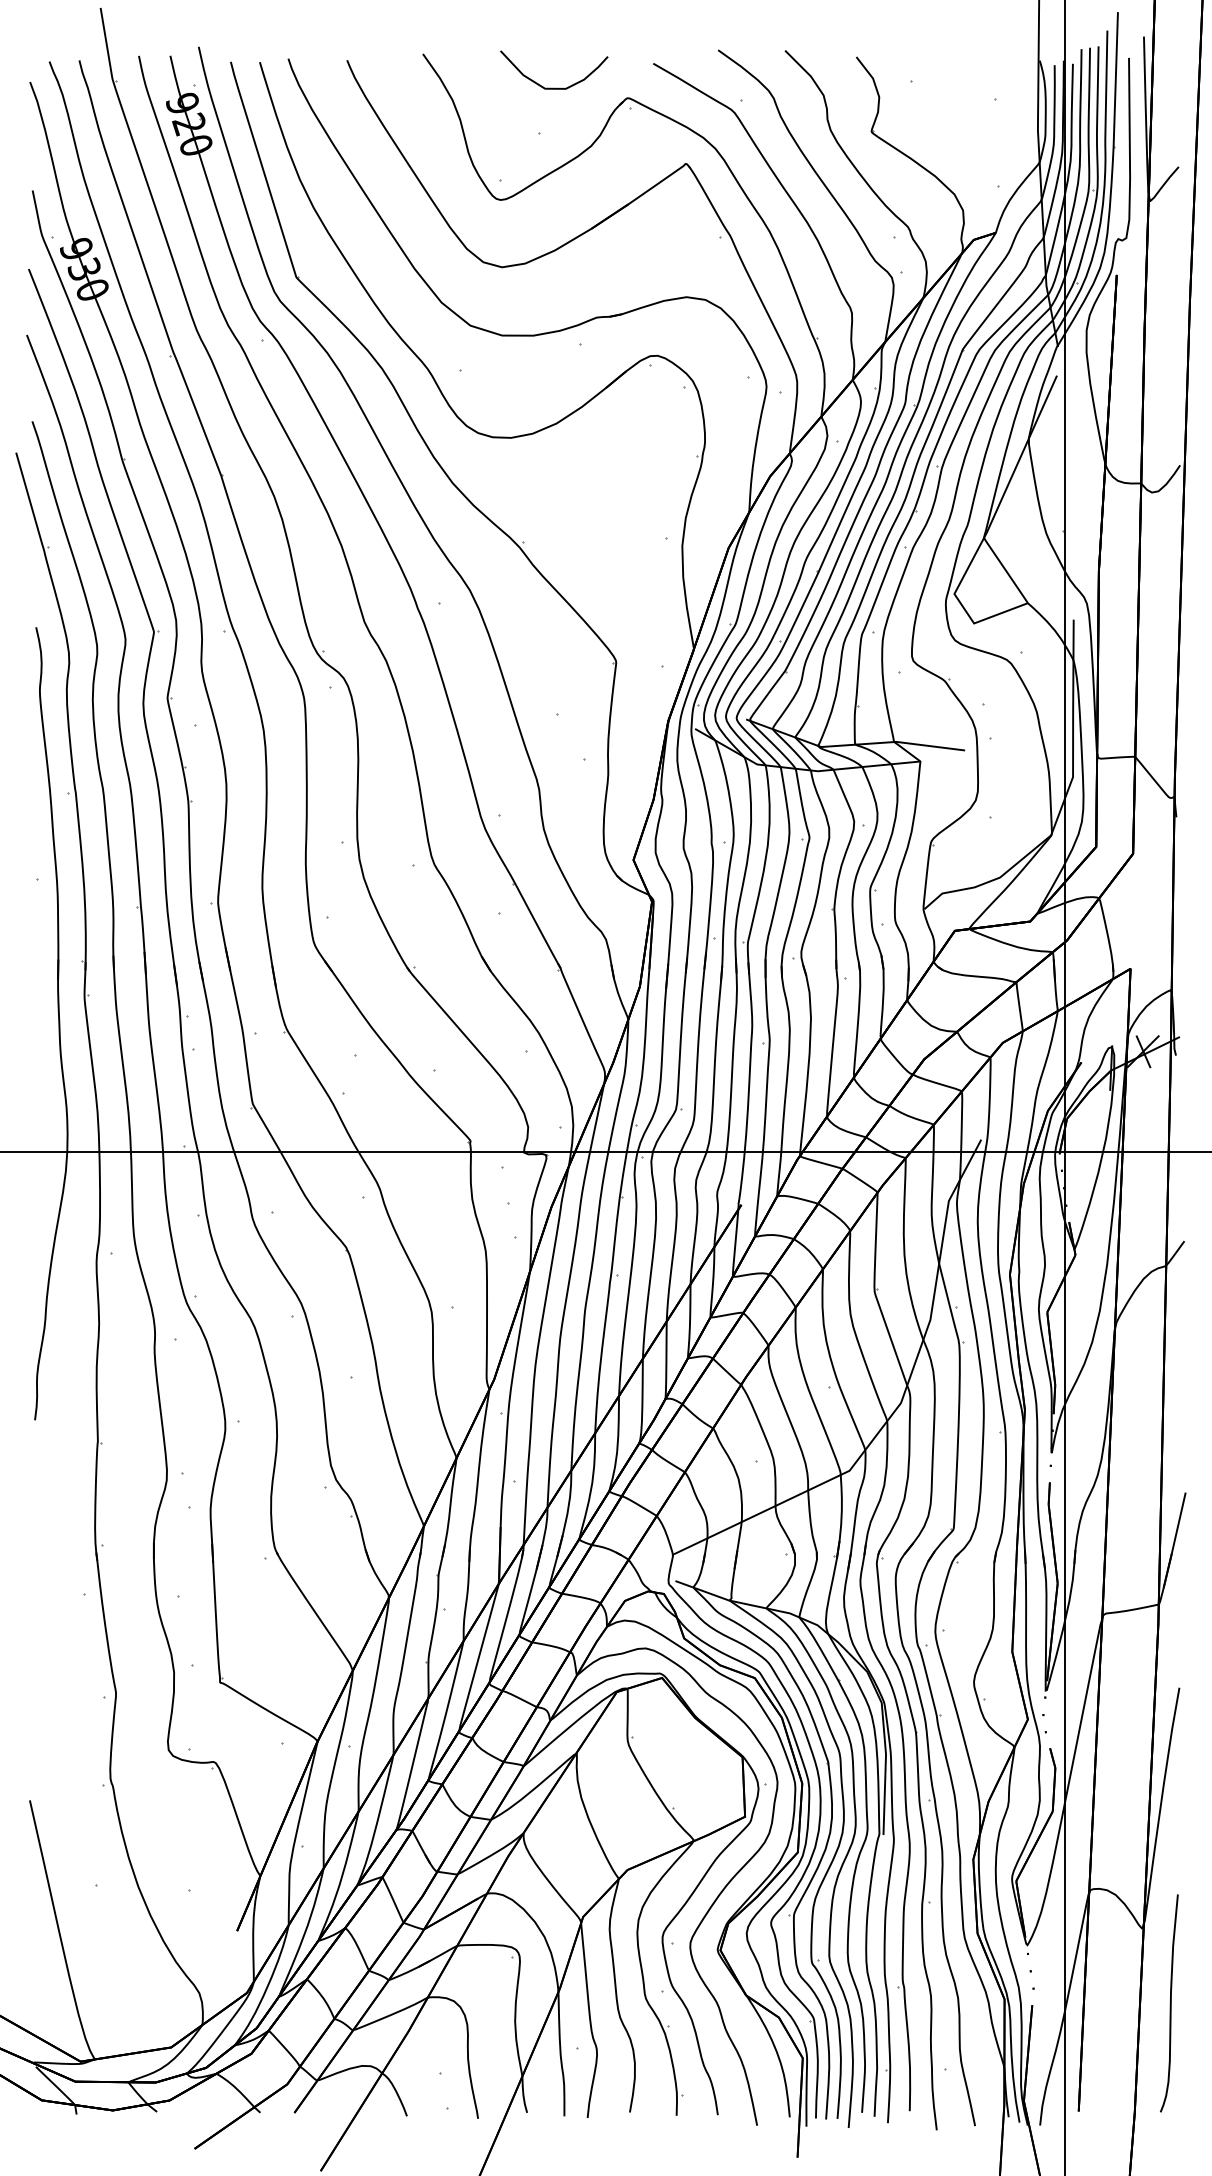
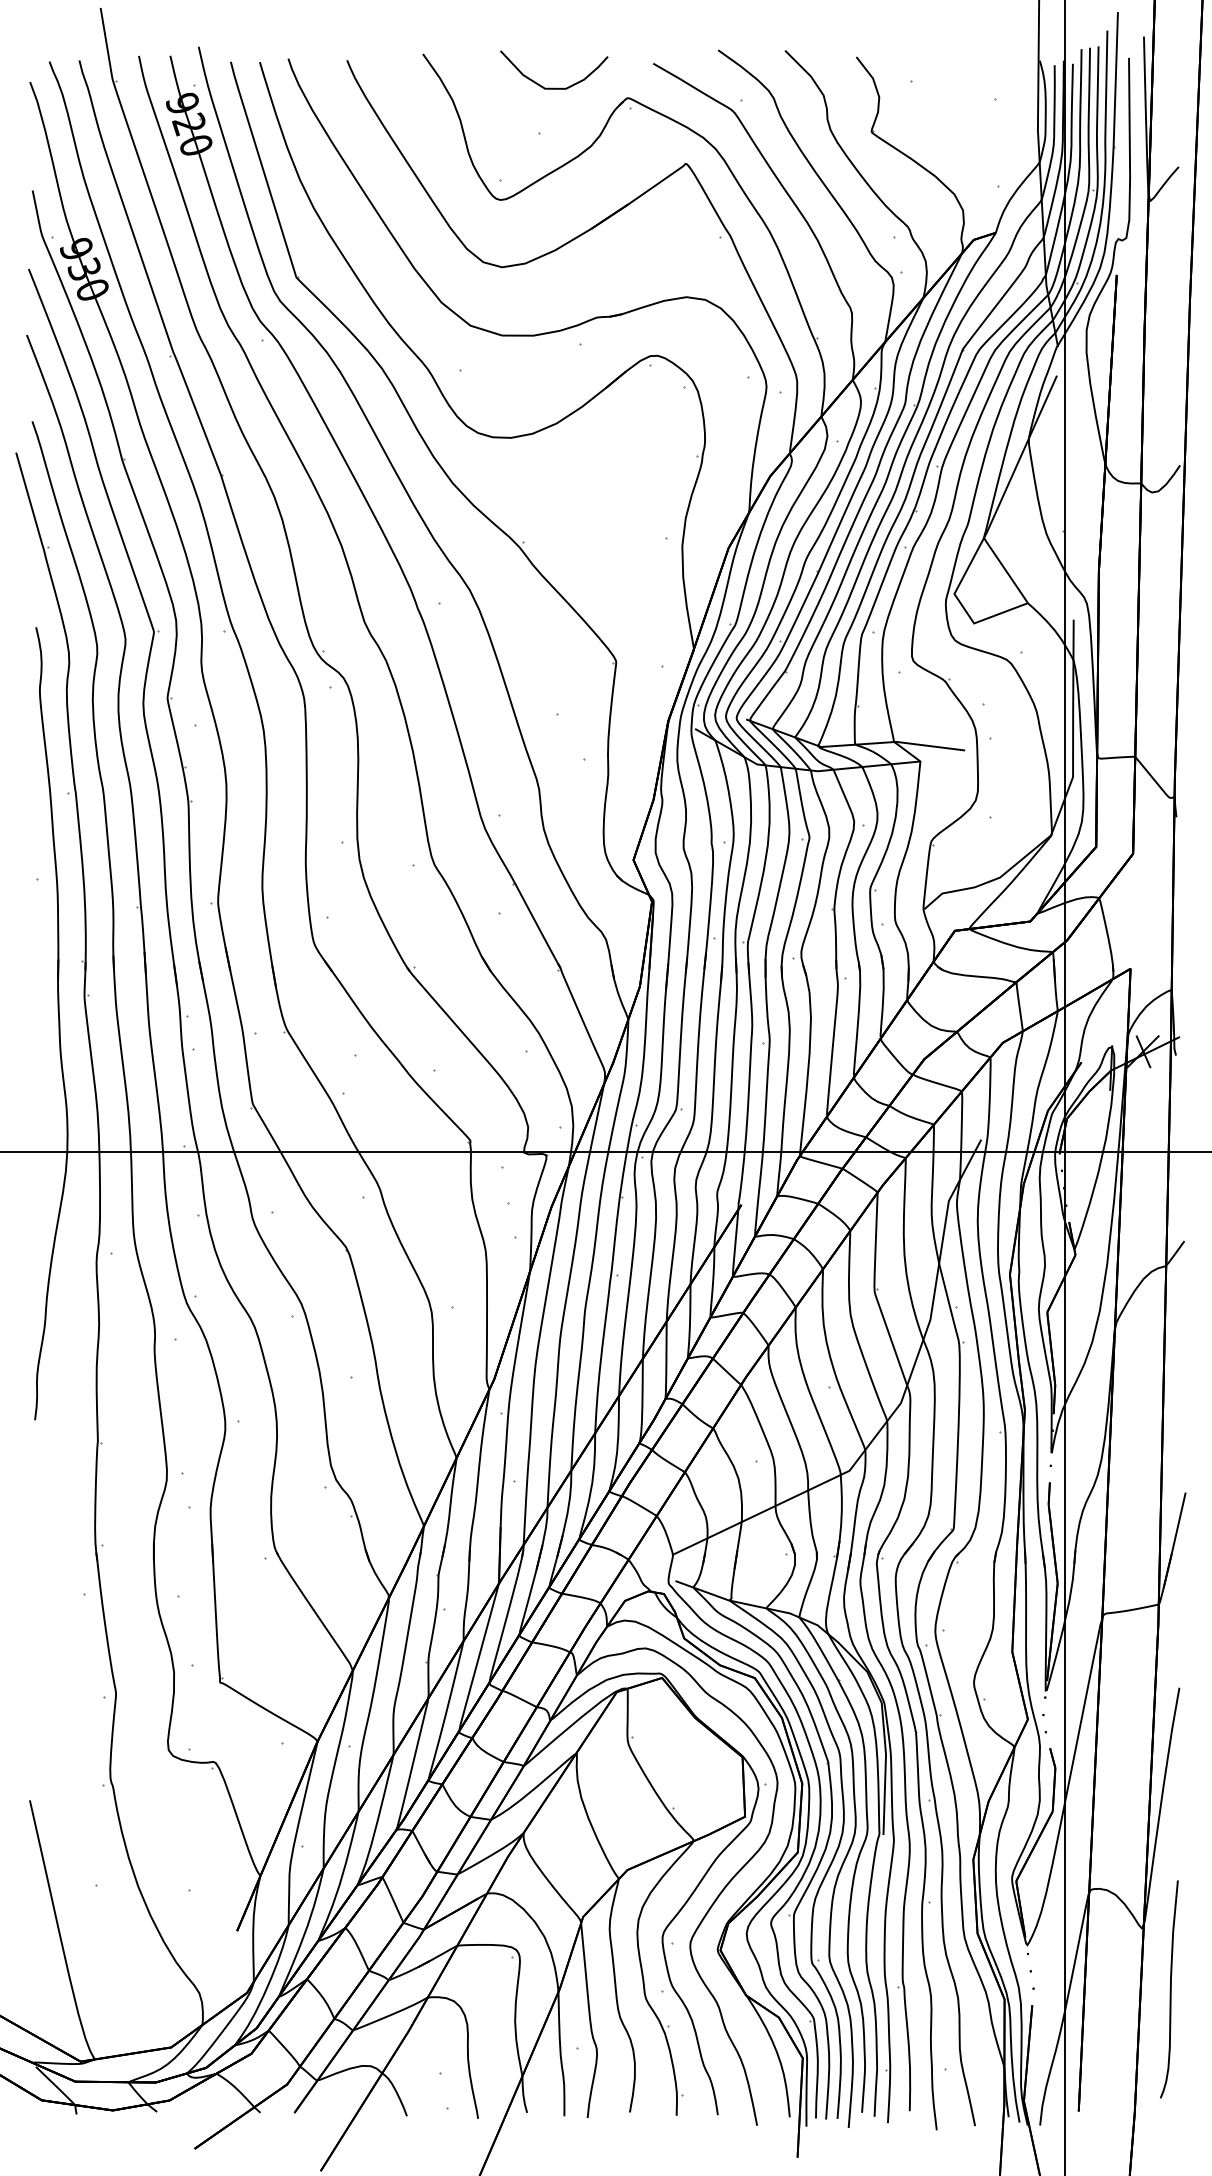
curve at (1169, 2003) position: (1169, 2003) -> (1169, 1989)
